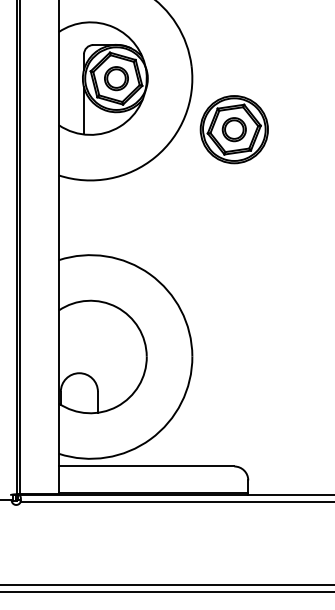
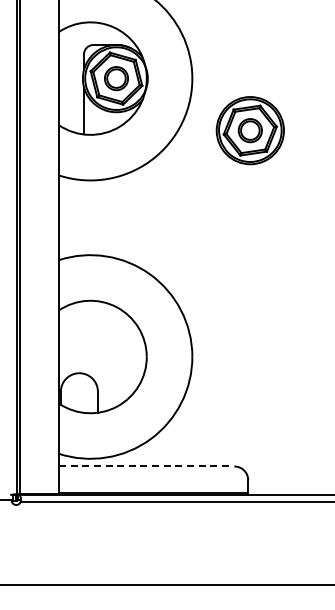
part at (233, 129) position: (233, 129) -> (249, 130)
line at (146, 466): solid -> dashed
line at (166, 591): present -> none
